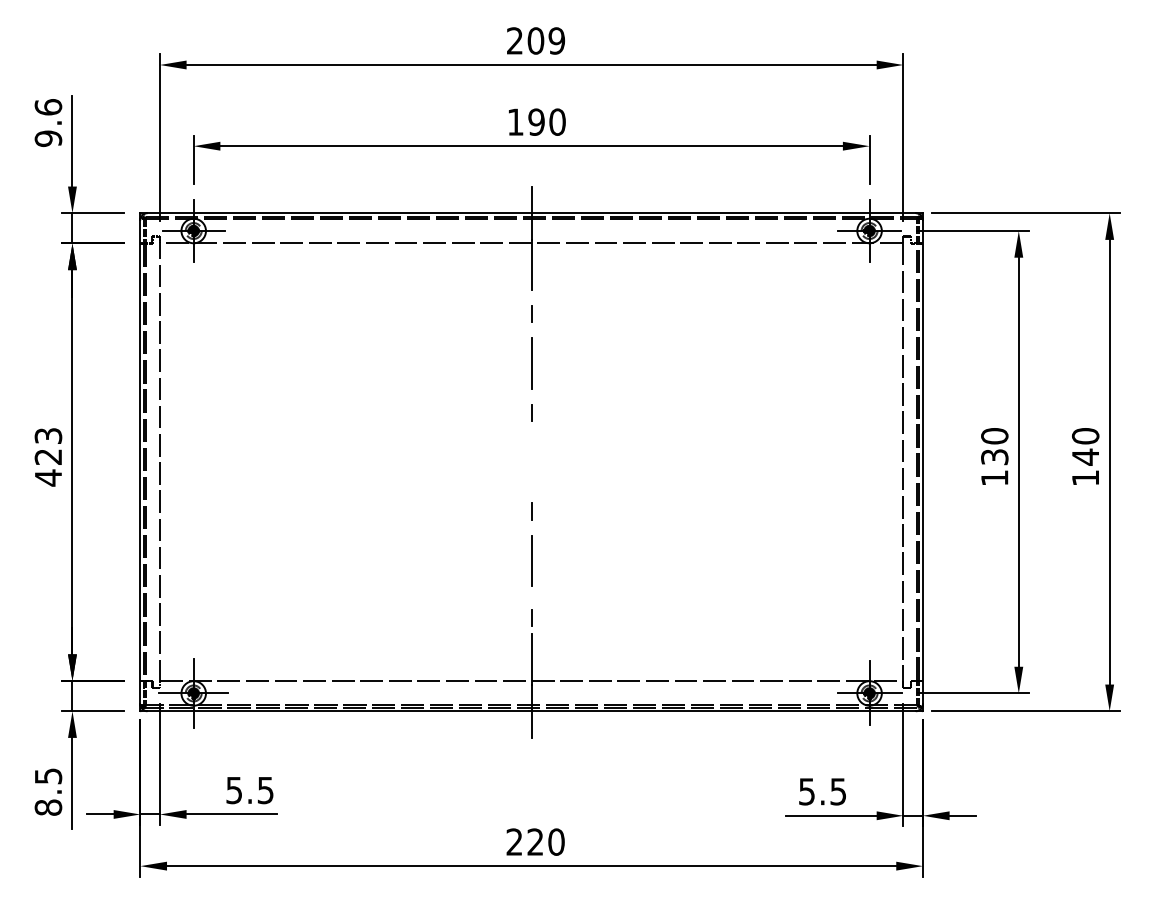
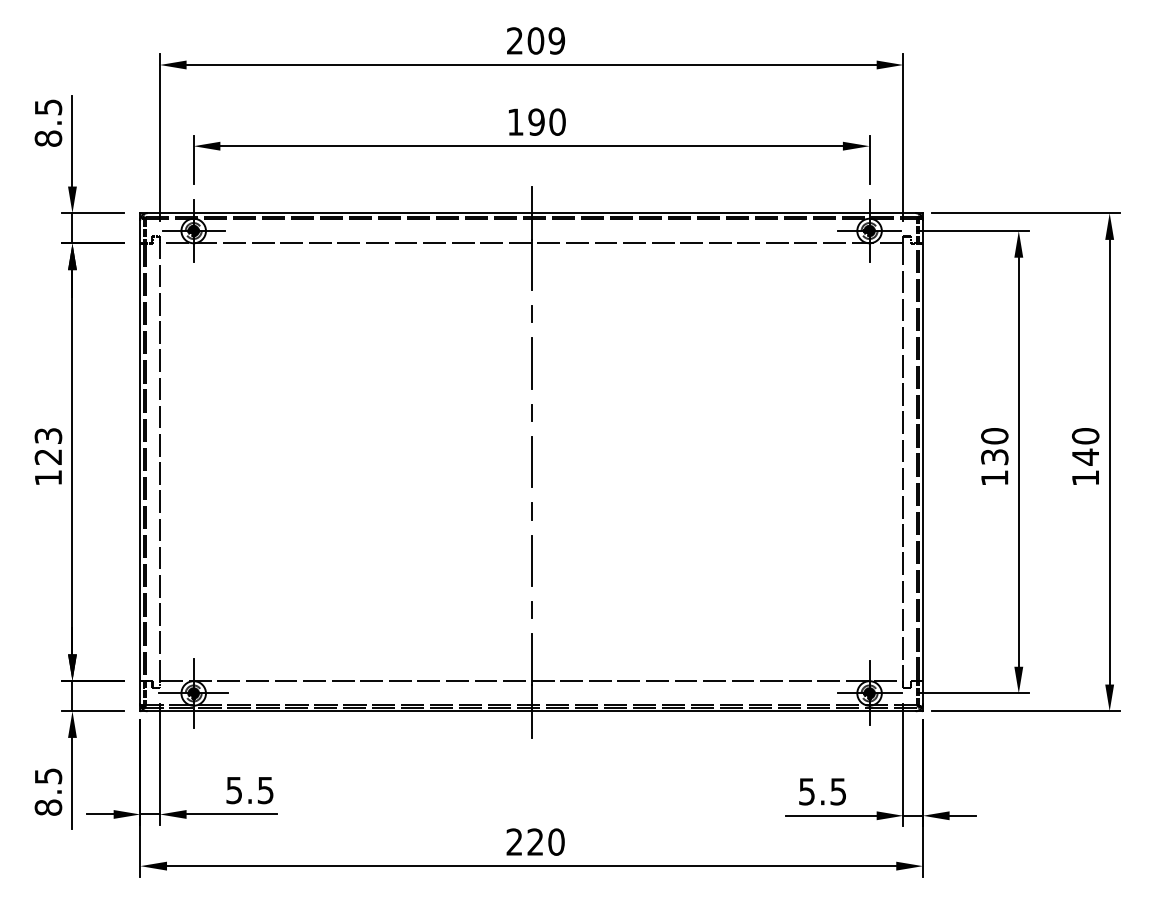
text at (48, 123): 9.6 -> 8.5
line at (531, 461): none -> present
text at (48, 477): 423 -> 123
line at (531, 617) position: (531, 617) -> (531, 609)
